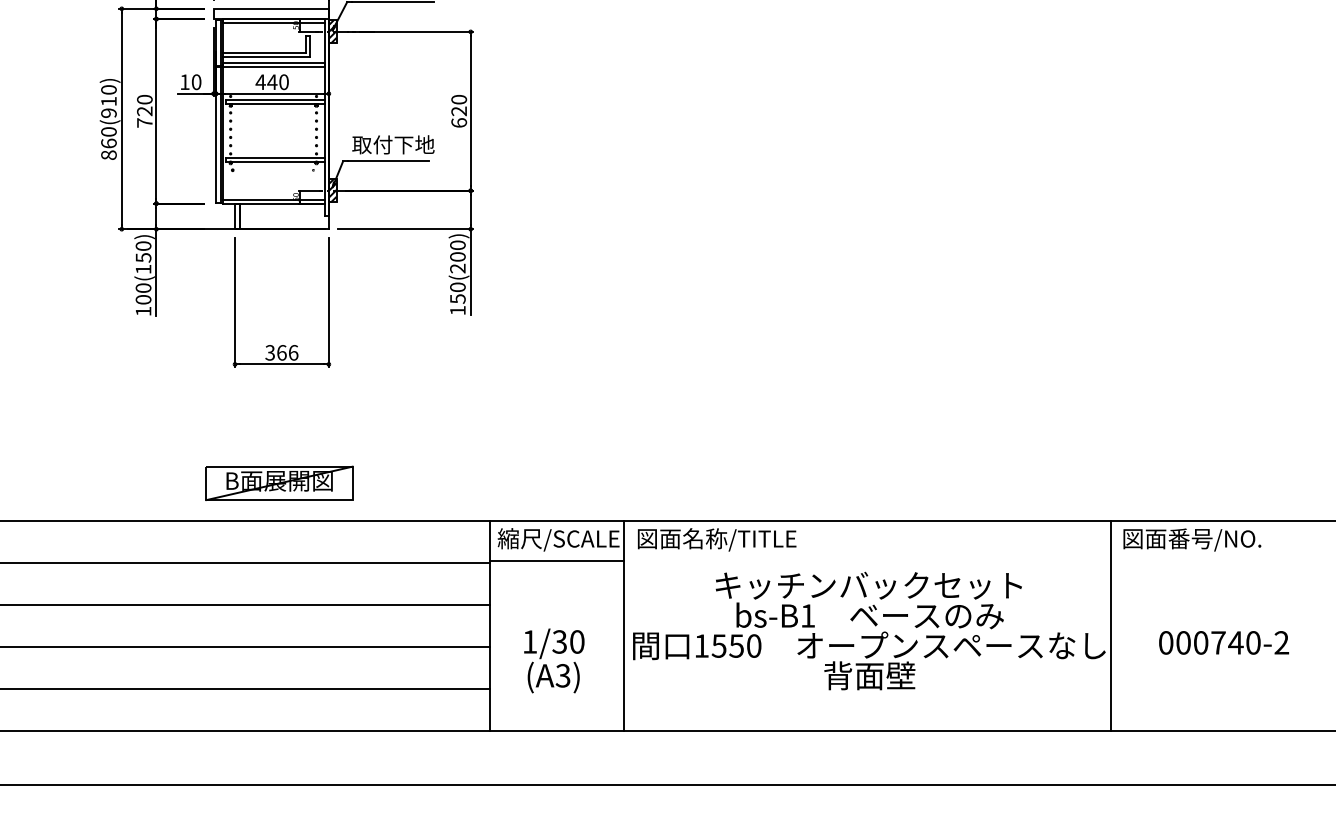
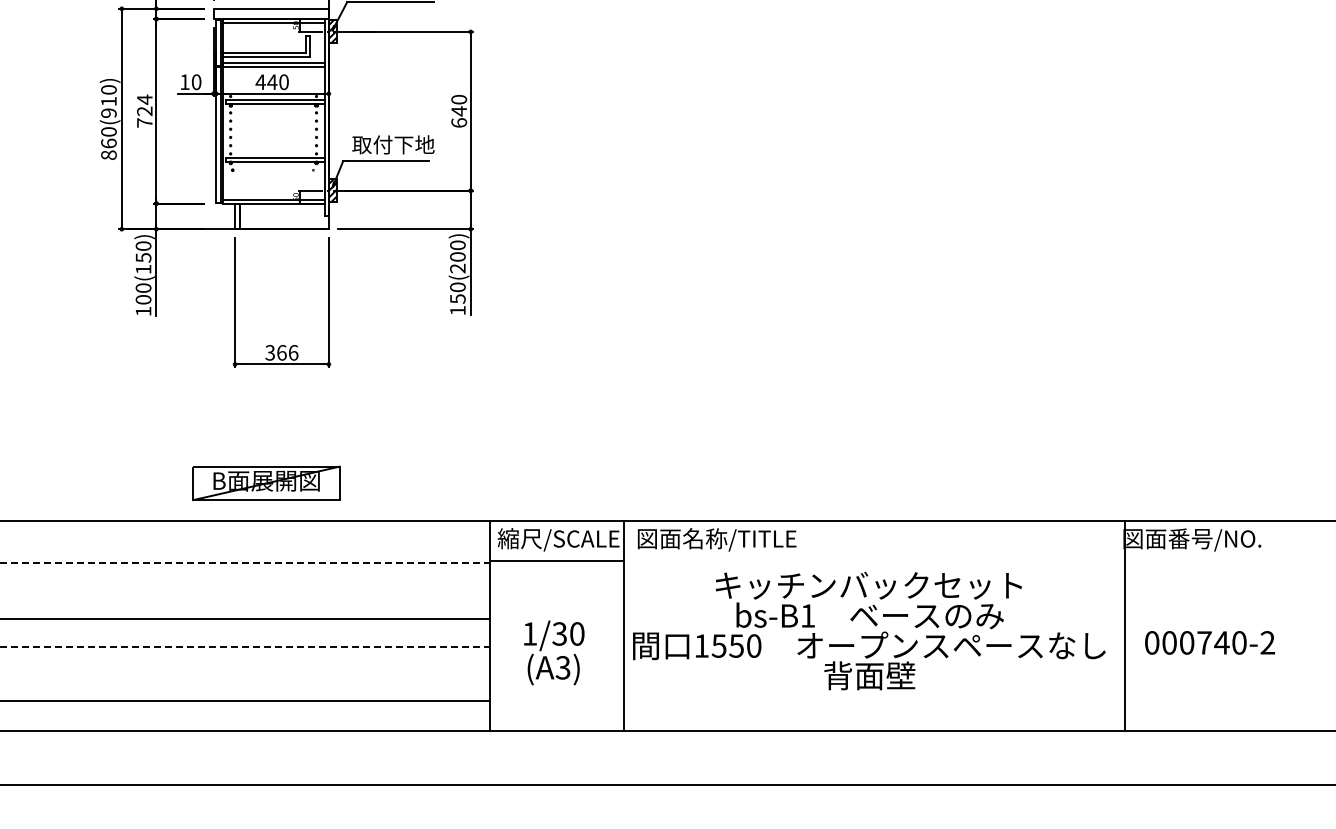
text at (144, 99): 720 -> 724
text at (458, 111): 620 -> 640
part at (279, 482) position: (279, 482) -> (266, 482)
line at (245, 563): solid -> dashed
line at (245, 604) position: (245, 604) -> (245, 618)
line at (1111, 625) position: (1111, 625) -> (1125, 625)
text at (1223, 642) position: (1223, 642) -> (1209, 642)
line at (245, 646): solid -> dashed
text at (554, 660) position: (554, 660) -> (554, 652)
line at (245, 688) position: (245, 688) -> (245, 700)
